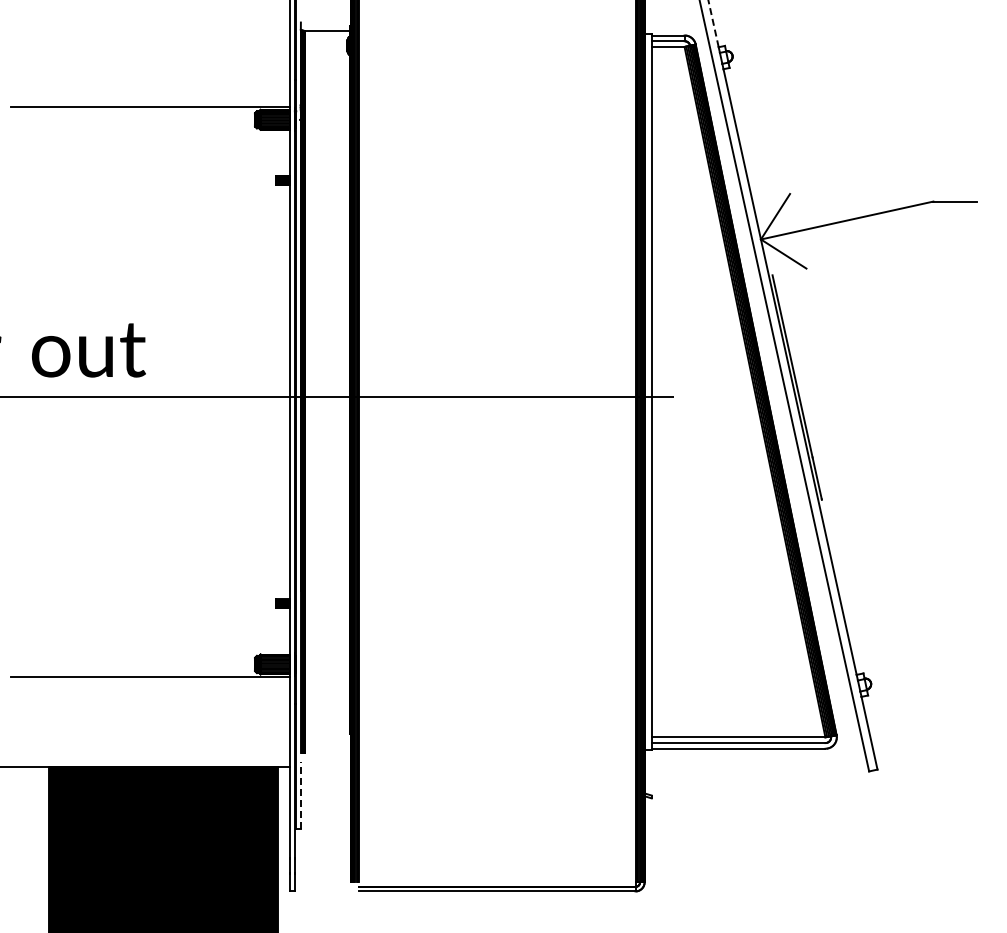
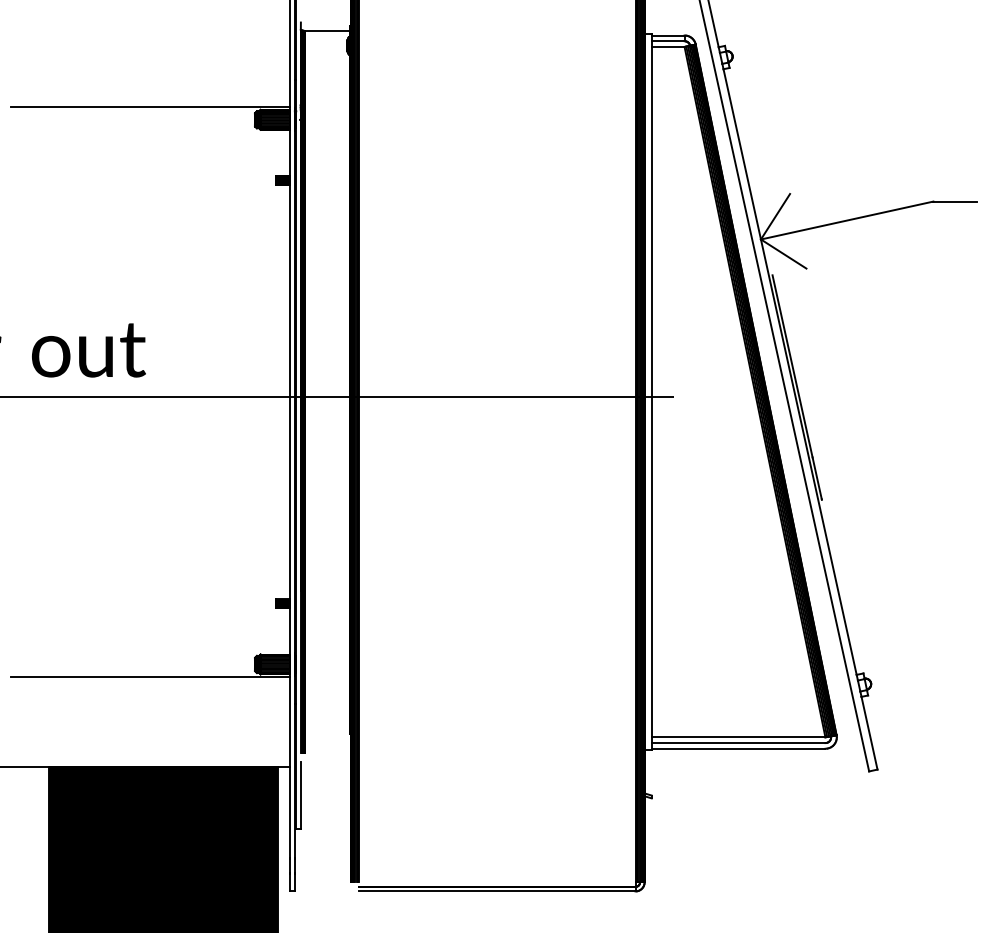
line at (713, 23): dashed -> solid
line at (300, 795): dashed -> solid
